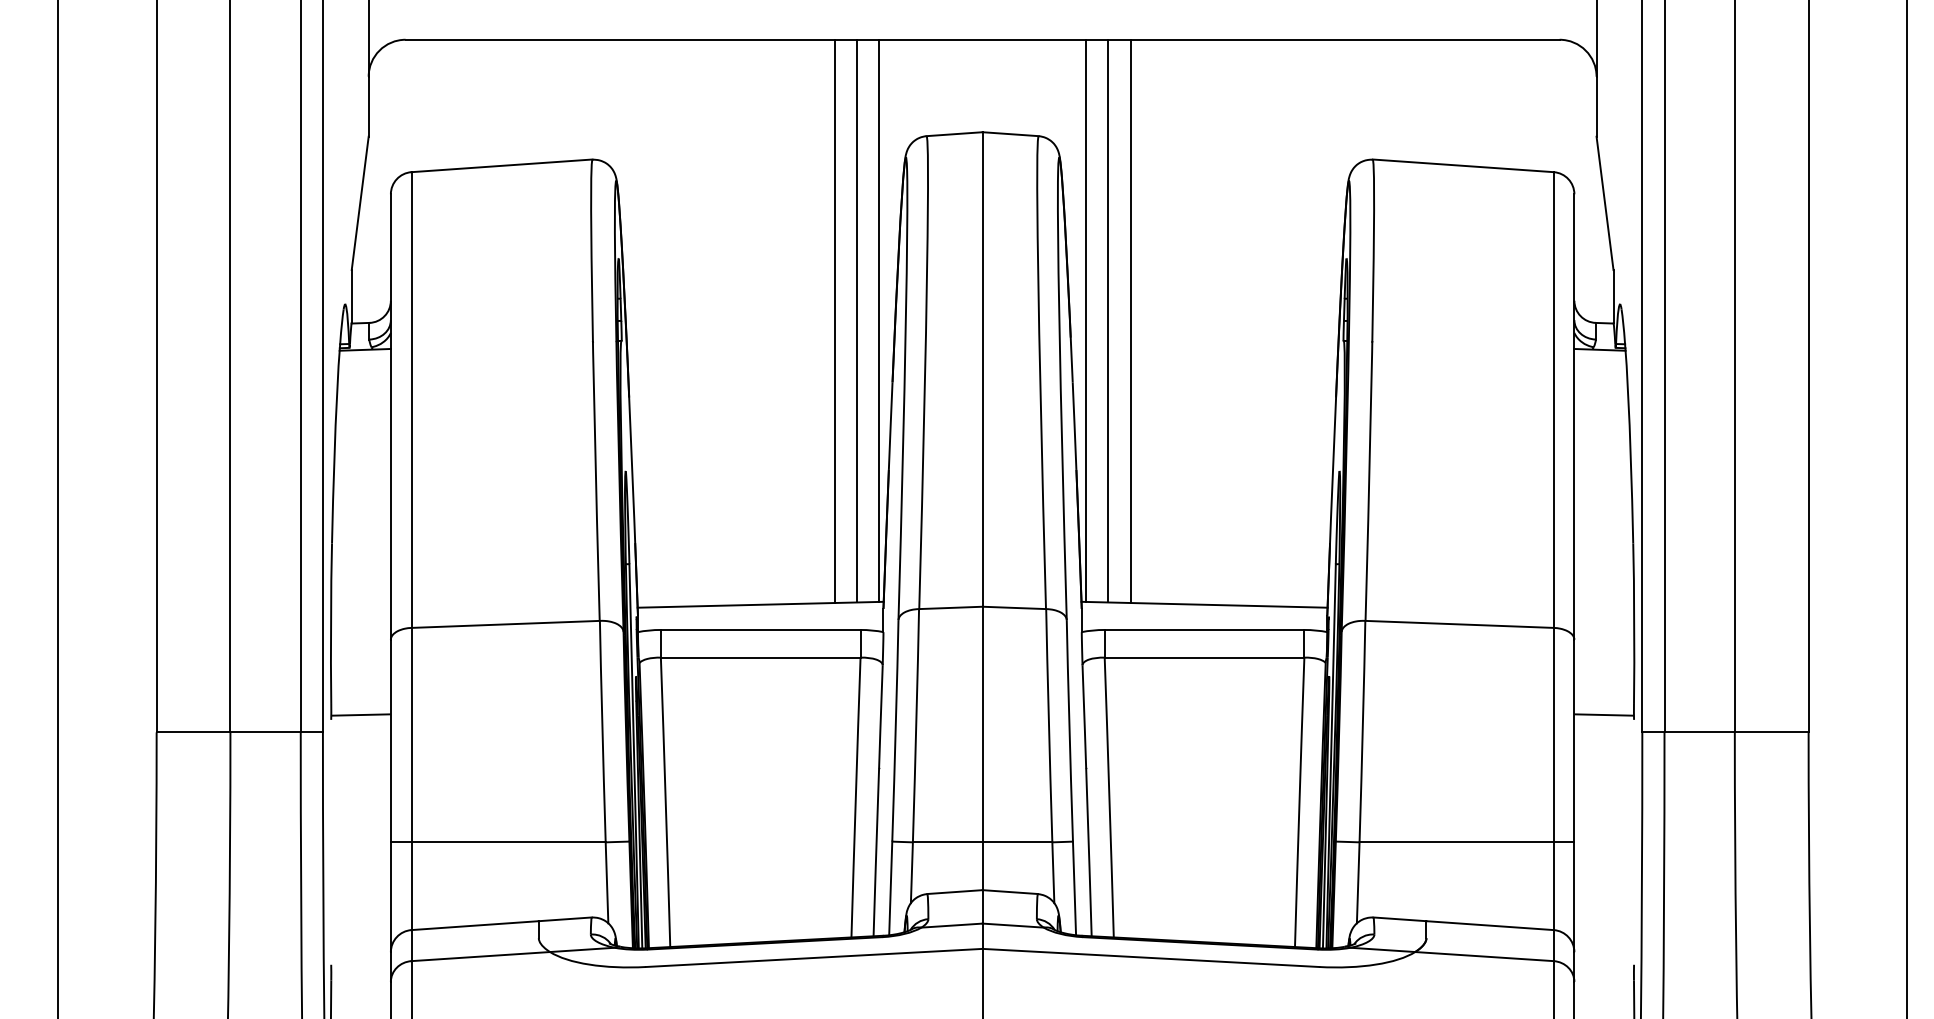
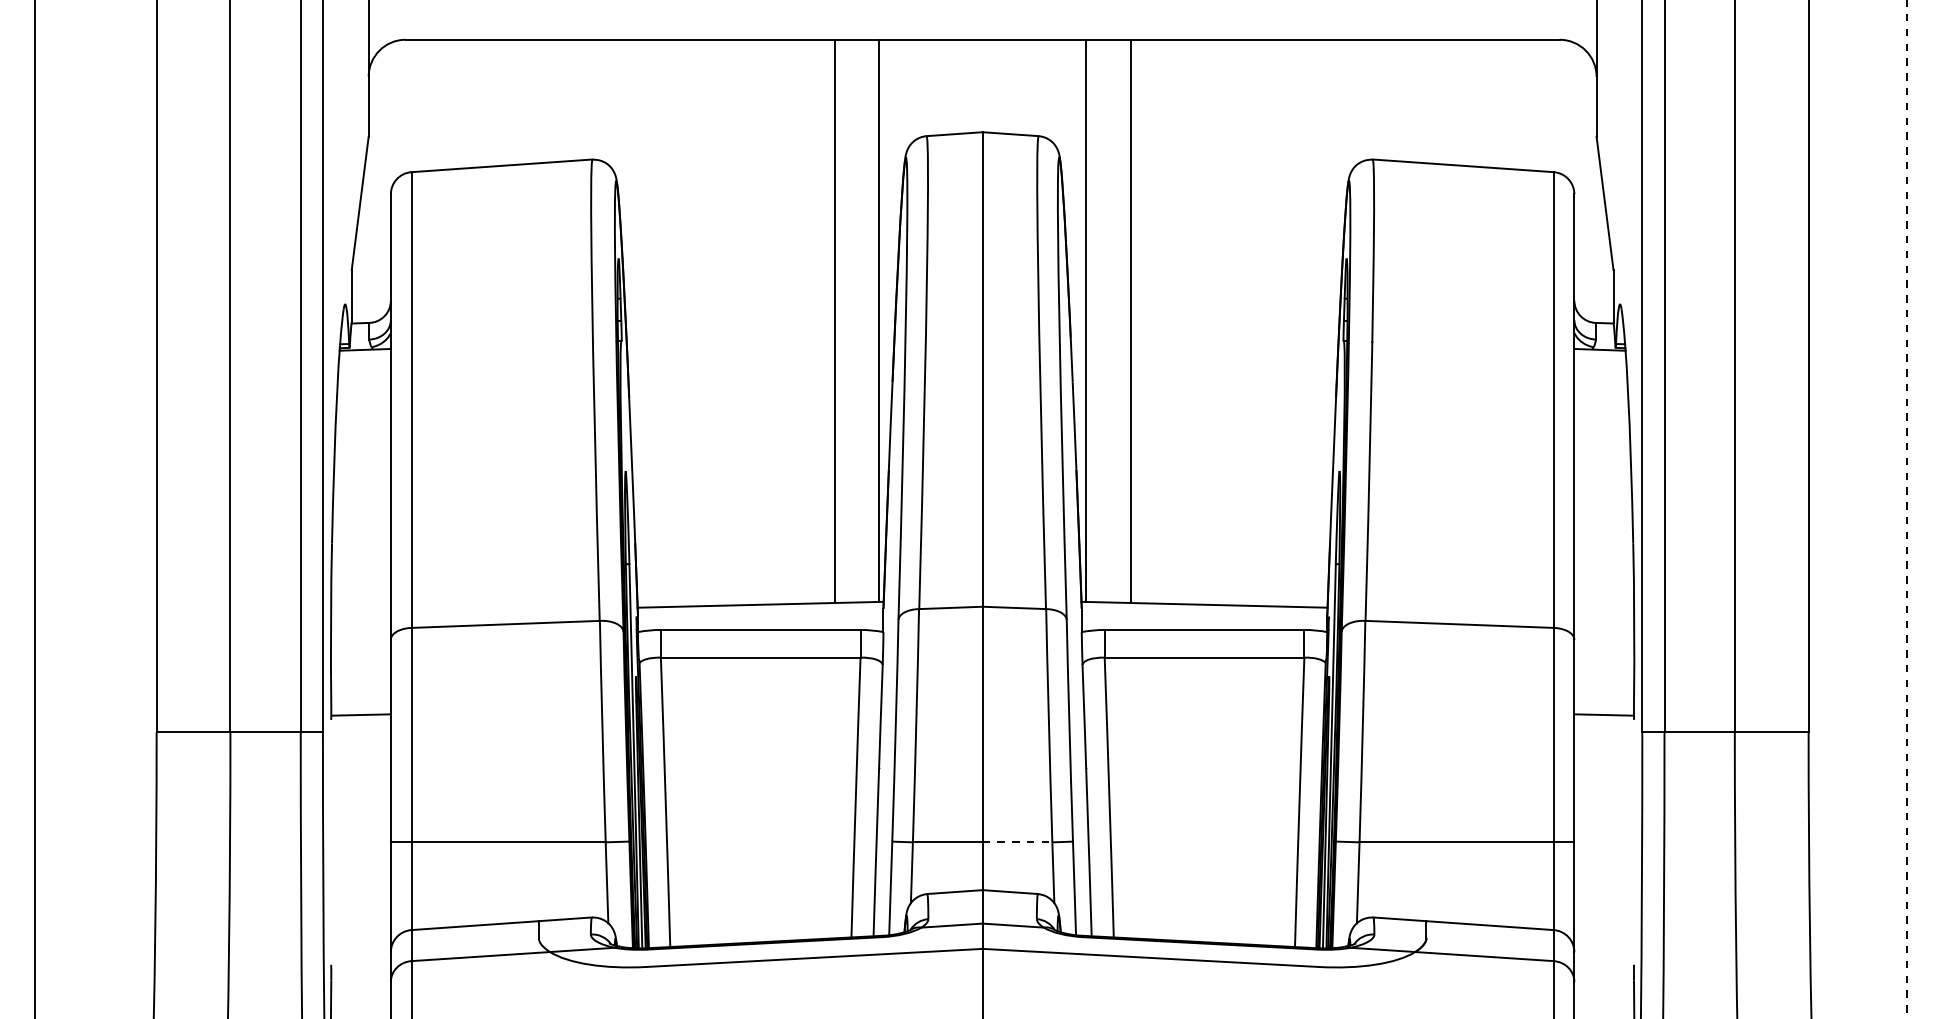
line at (856, 320): present -> none
line at (1108, 320): present -> none
line at (58, 508) position: (58, 508) -> (35, 508)
line at (1907, 509): solid -> dashed
line at (1017, 842): solid -> dashed
